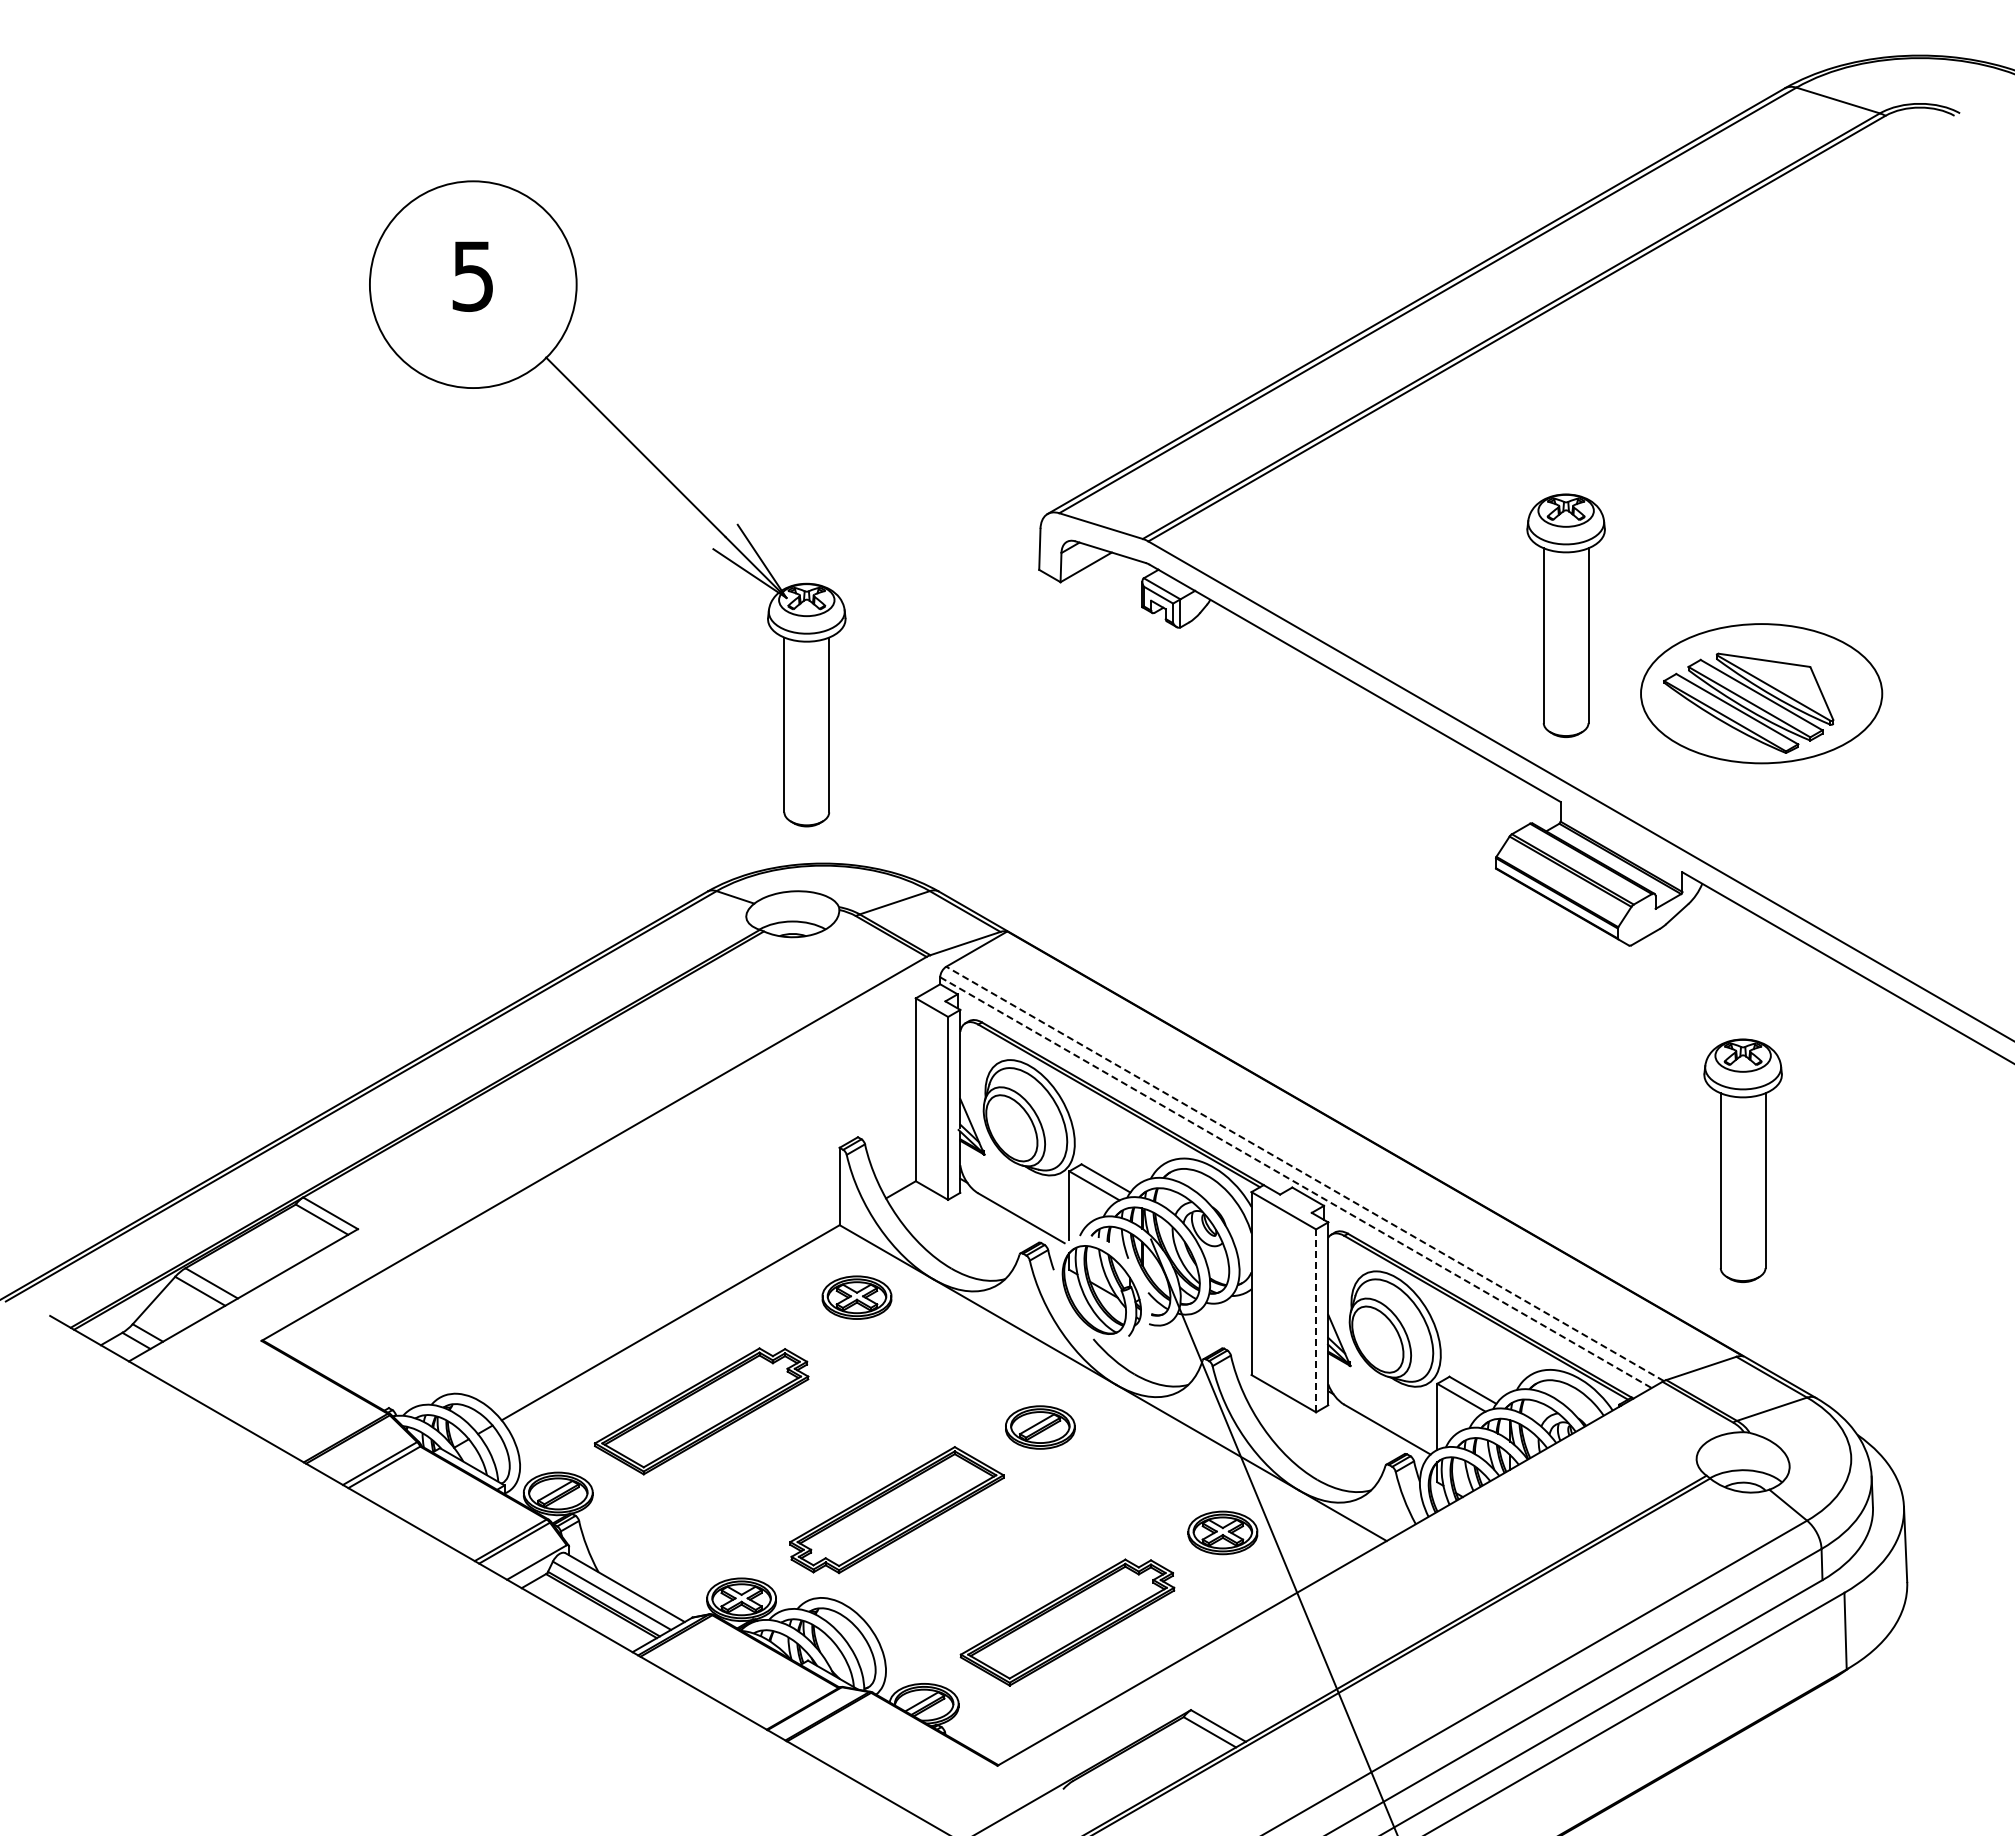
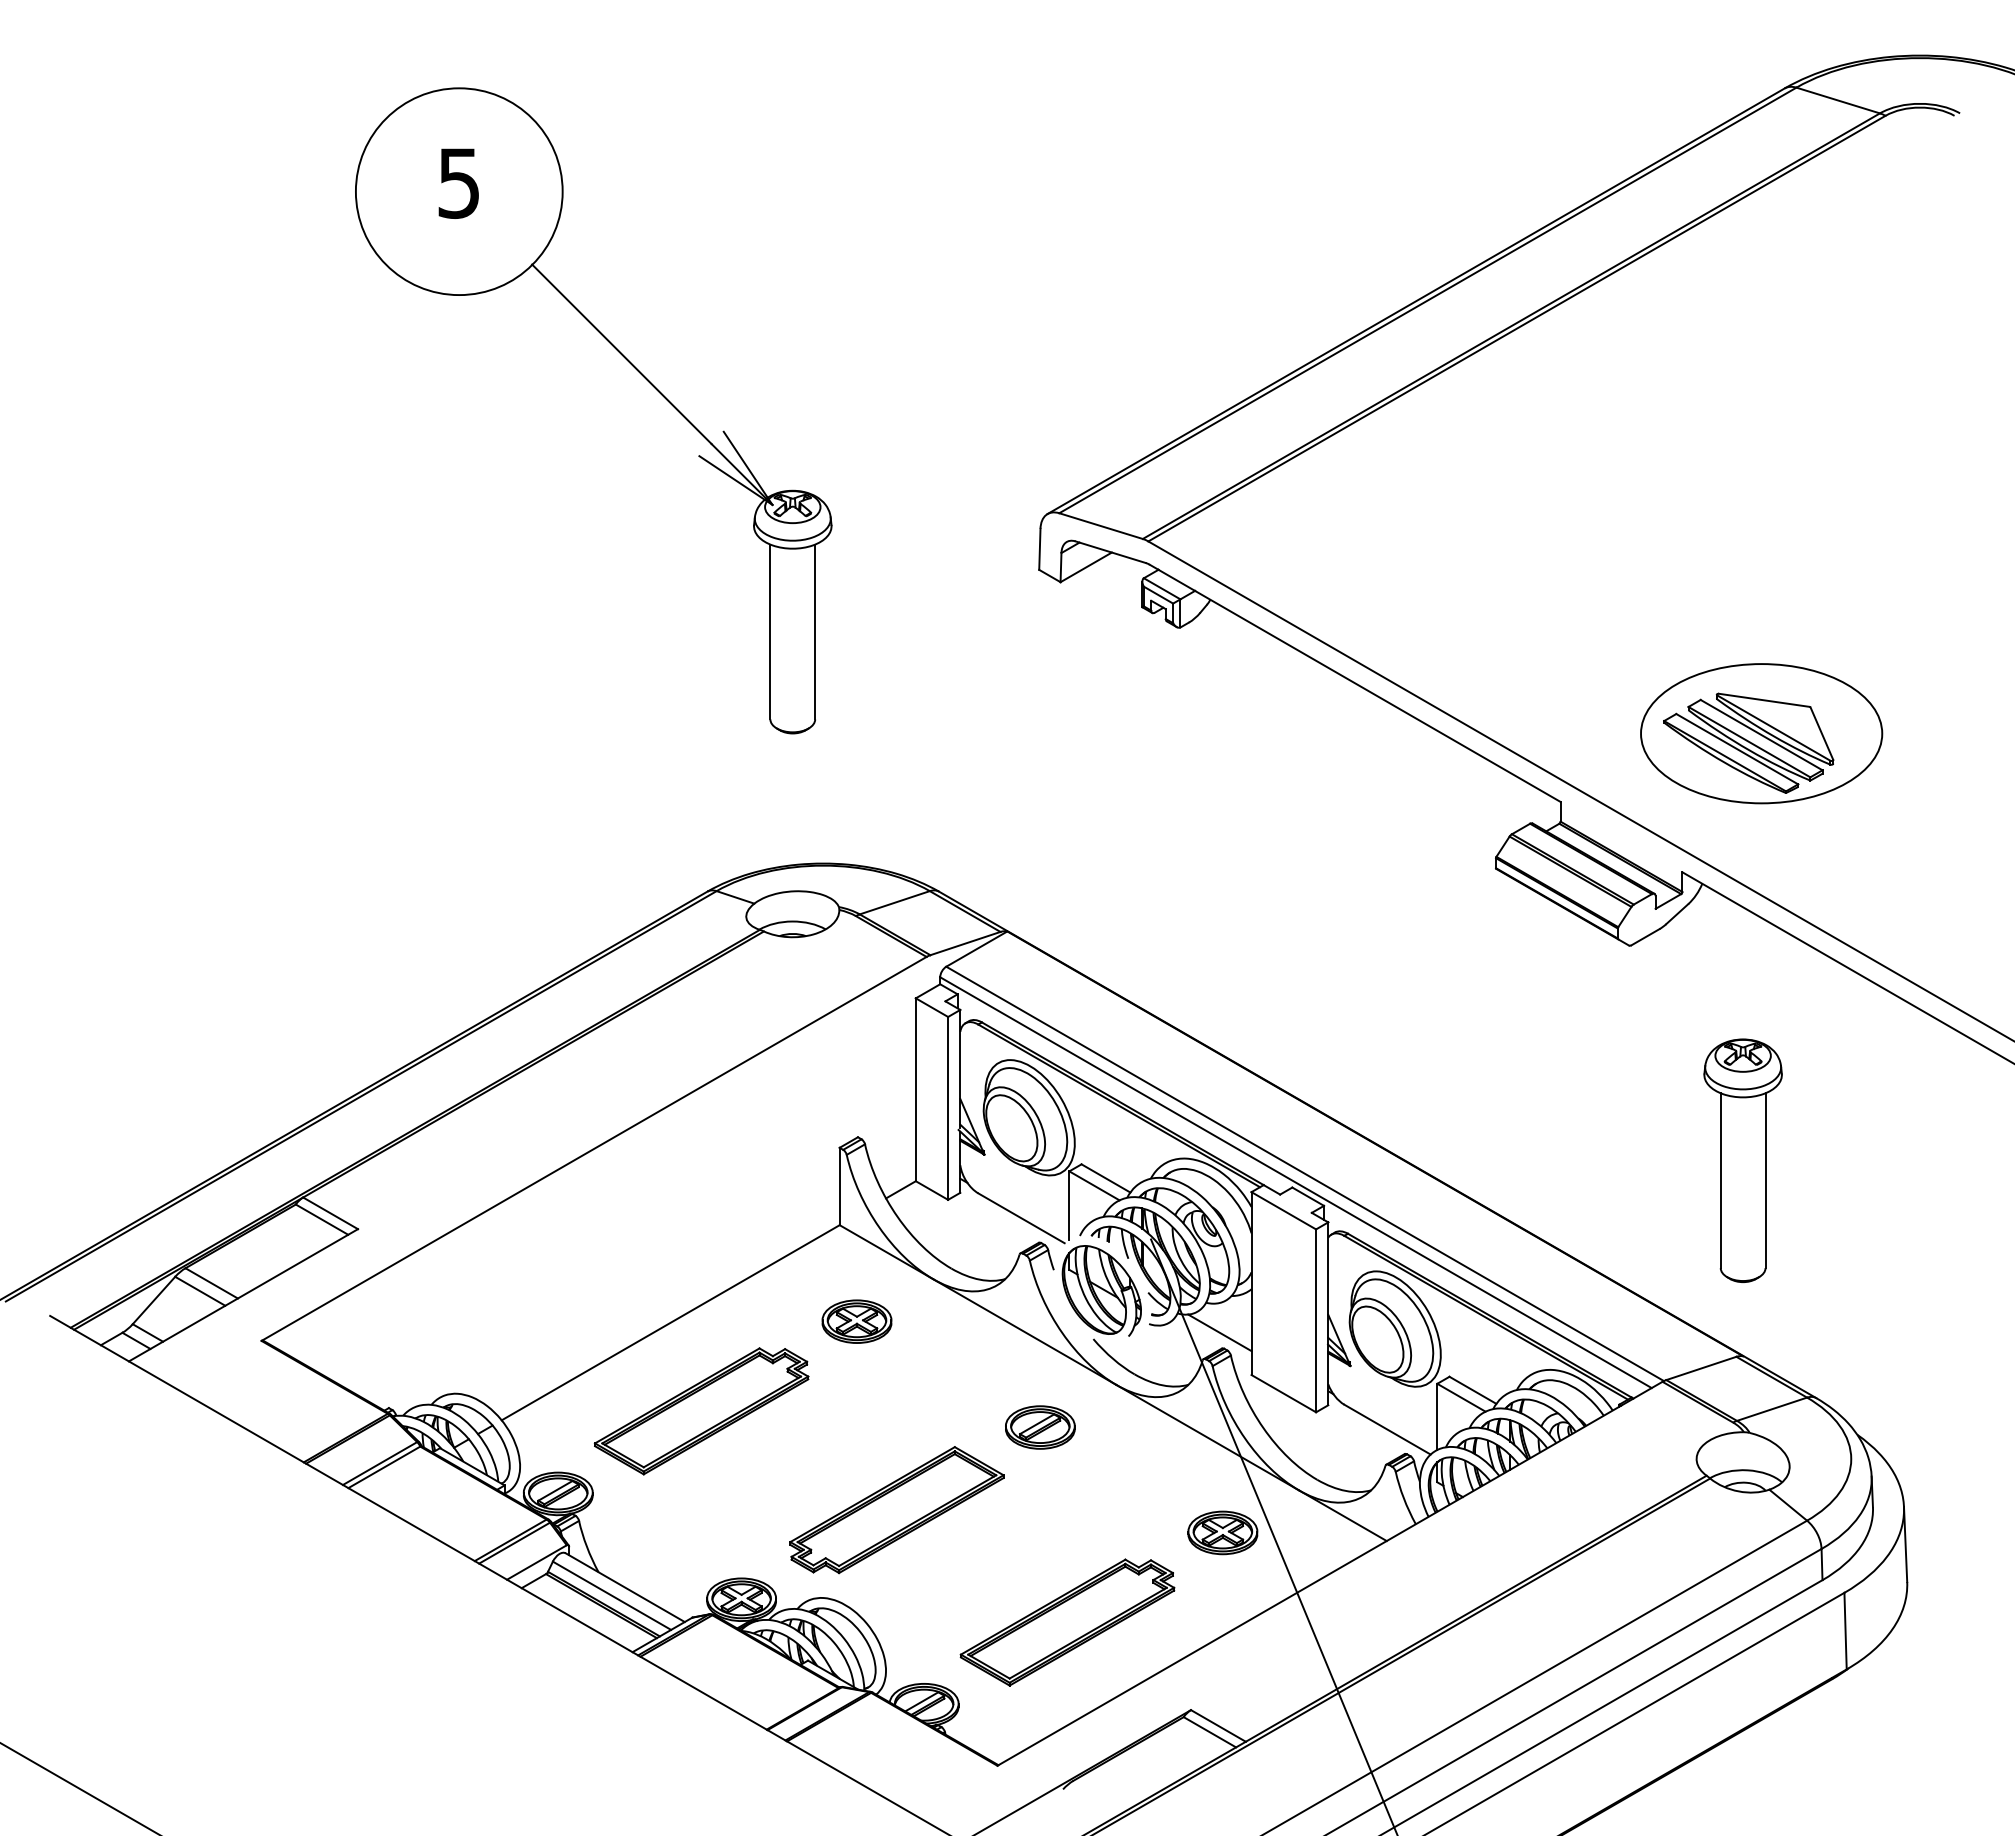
part at (648, 461) position: (648, 461) -> (634, 368)
part at (1565, 615): present -> none
part at (1761, 693) position: (1761, 693) -> (1761, 733)
line at (1304, 1173): dashed -> solid
line at (1295, 1182): dashed -> solid
part at (856, 1297) position: (856, 1297) -> (856, 1321)
line at (1316, 1320): dashed -> solid
line at (1219, 1332): none -> present
line at (78, 1788): none -> present
